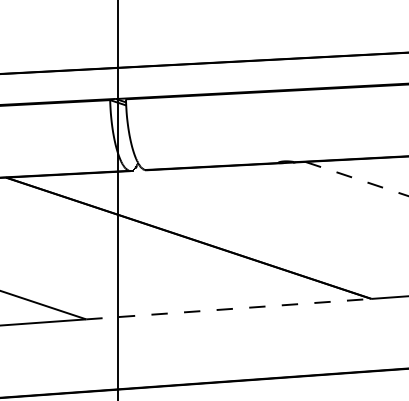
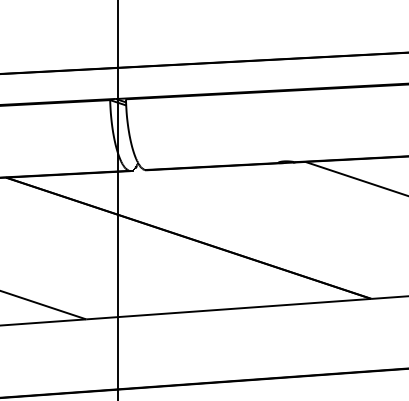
line at (357, 179): dashed -> solid
line at (228, 309): dashed -> solid
